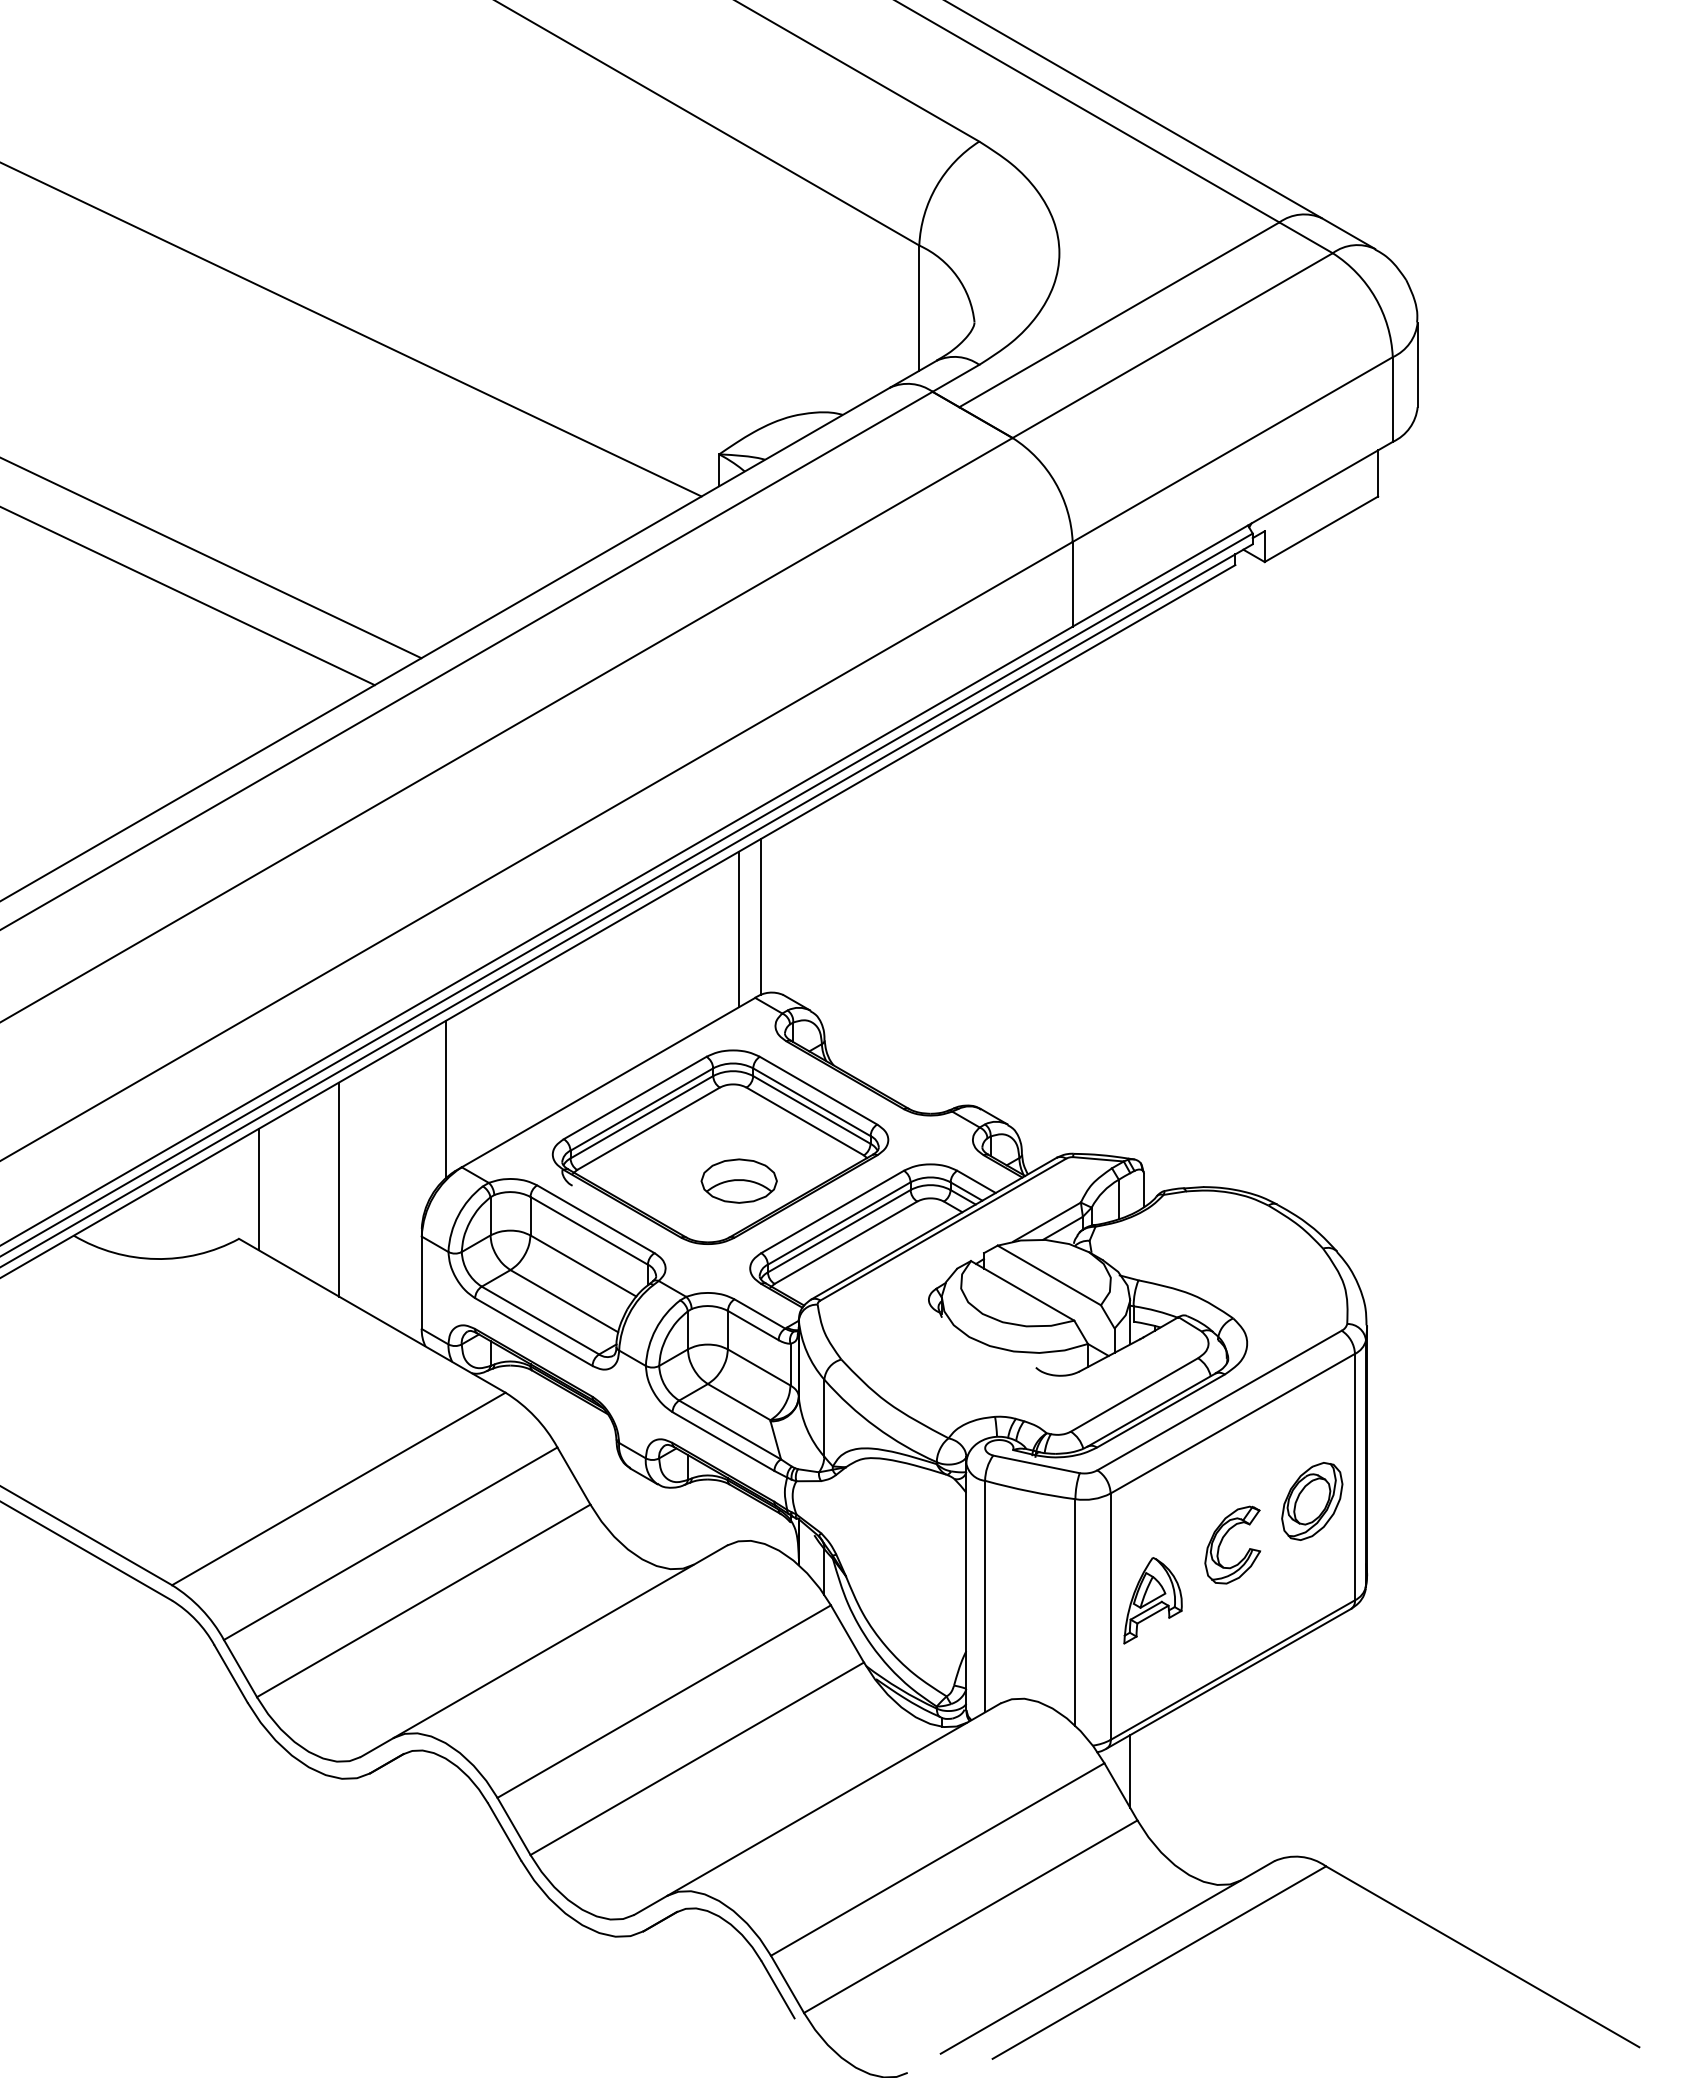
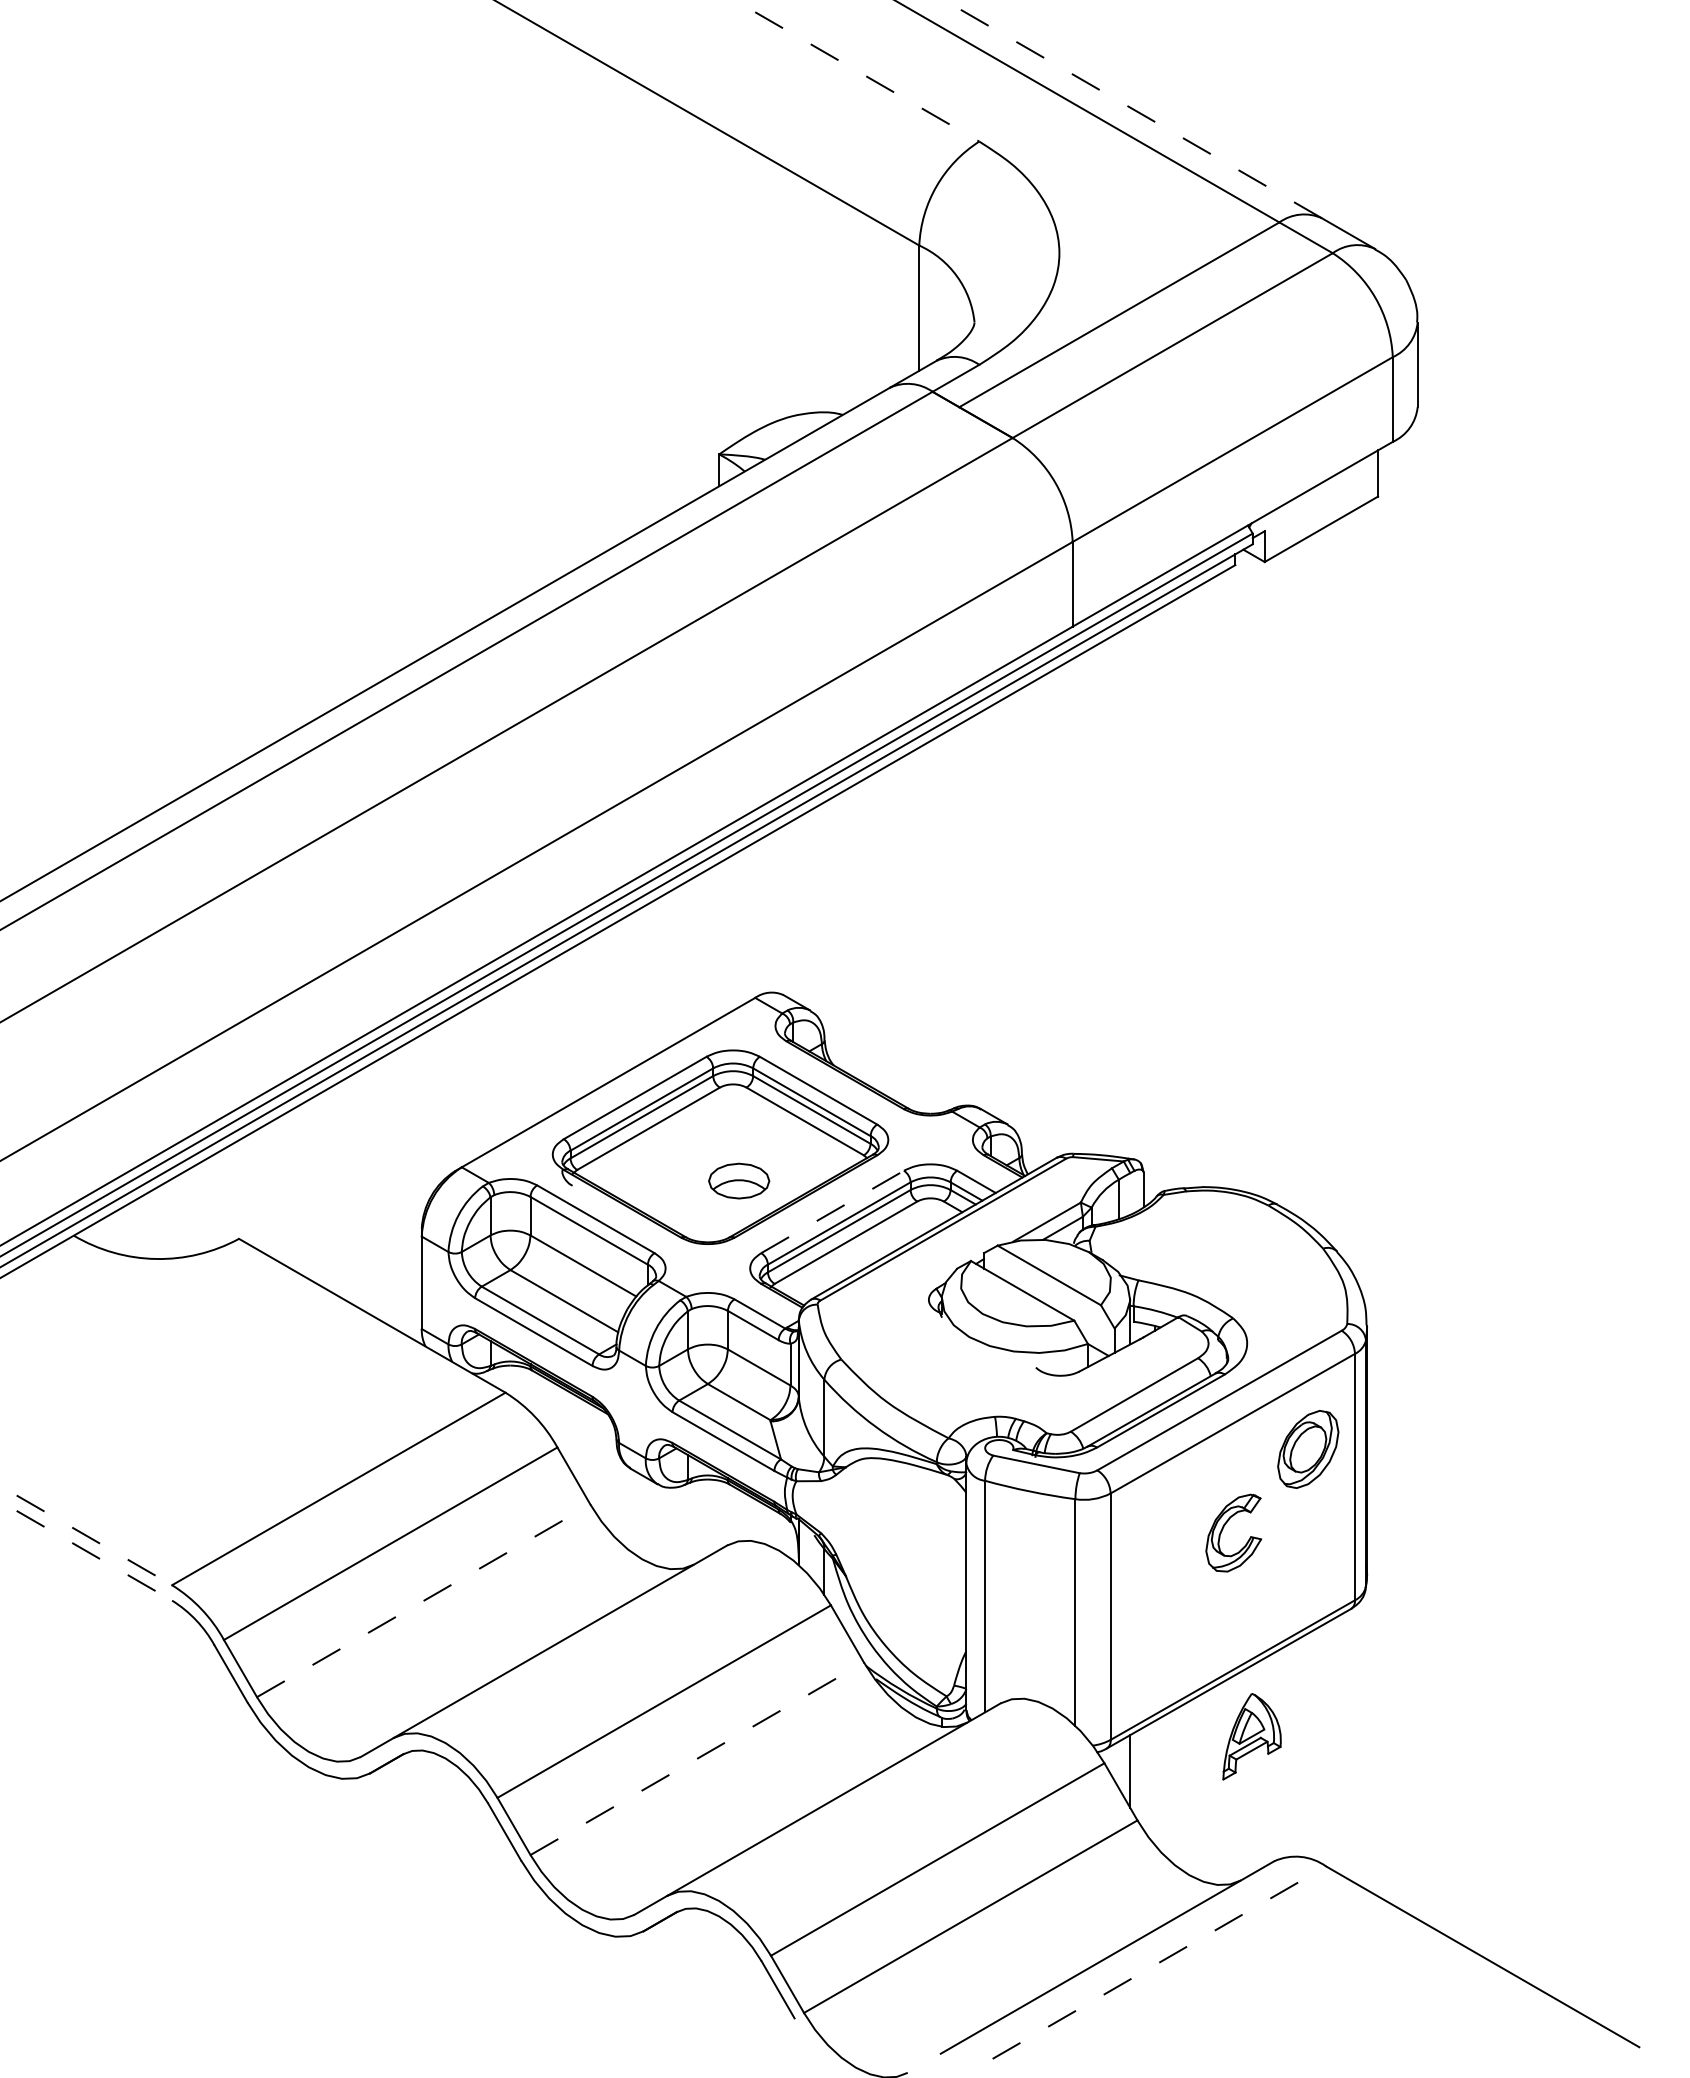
line at (857, 71): solid -> dashed
line at (1133, 109): solid -> dashed
line at (351, 329): present -> none
line at (211, 558): present -> none
line at (188, 596): present -> none
line at (761, 916): present -> none
line at (739, 929): present -> none
line at (445, 1099): present -> none
part at (738, 1180) size: 78x46 px -> 63x38 px
line at (259, 1189): present -> none
line at (339, 1189): present -> none
line at (833, 1211): solid -> dashed
part at (1312, 1501) position: (1312, 1501) -> (1308, 1449)
line at (86, 1535): solid -> dashed
part at (1223, 1539) position: (1223, 1539) -> (1224, 1527)
line at (86, 1551): solid -> dashed
line at (423, 1600): solid -> dashed
part at (1152, 1600) position: (1152, 1600) -> (1251, 1736)
line at (697, 1758): solid -> dashed
line at (1159, 1962): solid -> dashed
